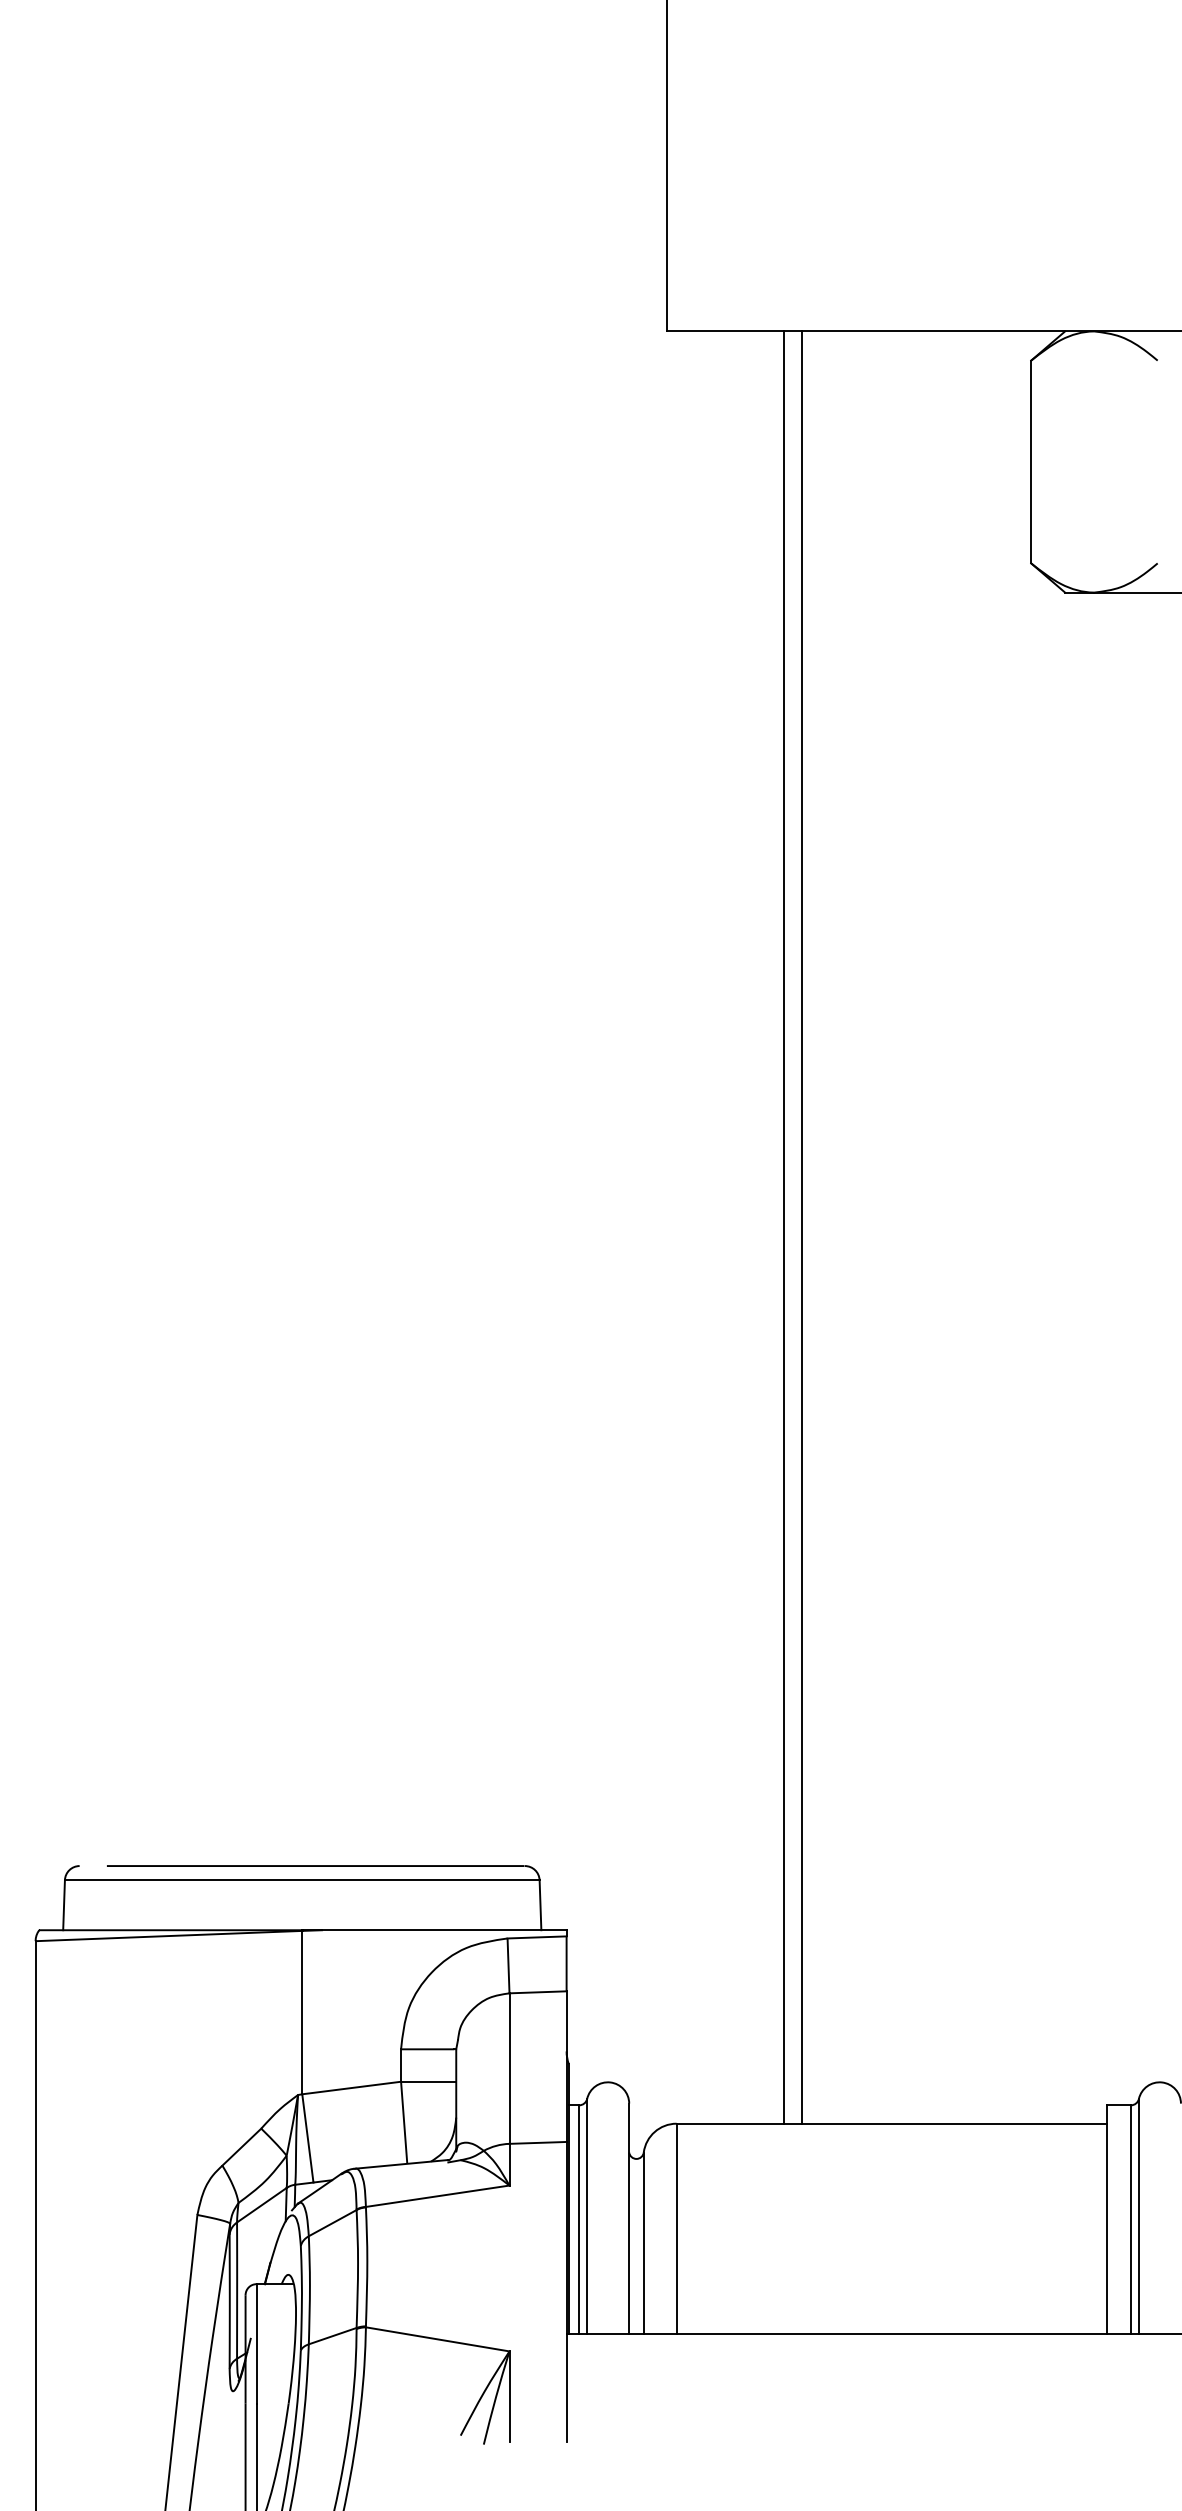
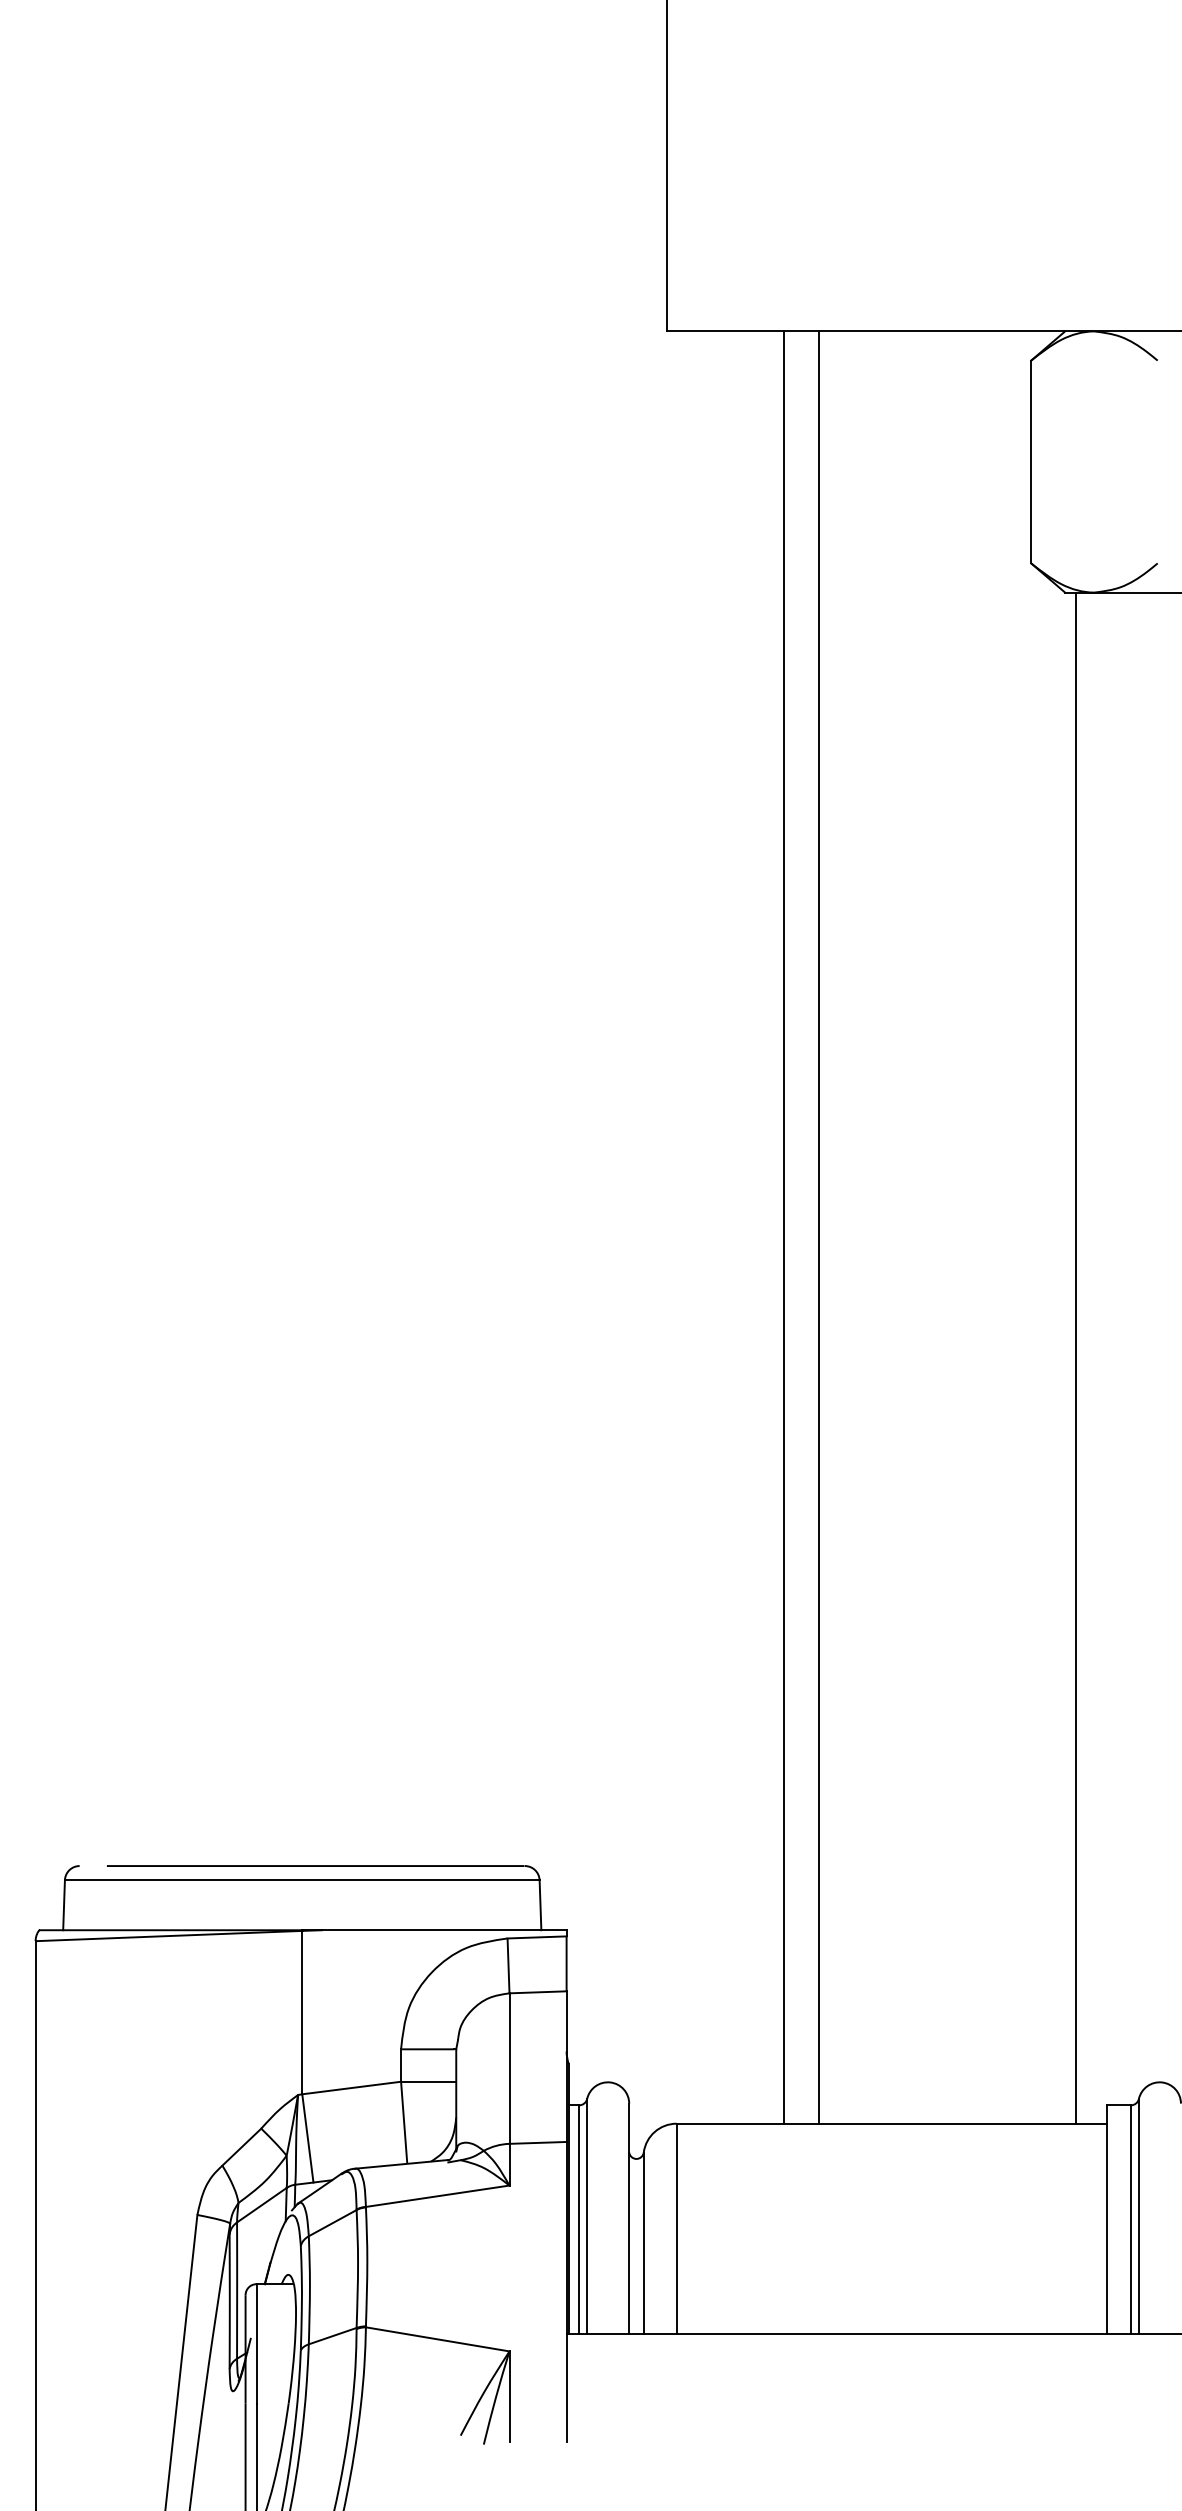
line at (802, 1227) position: (802, 1227) -> (819, 1227)
line at (1076, 1357): none -> present
